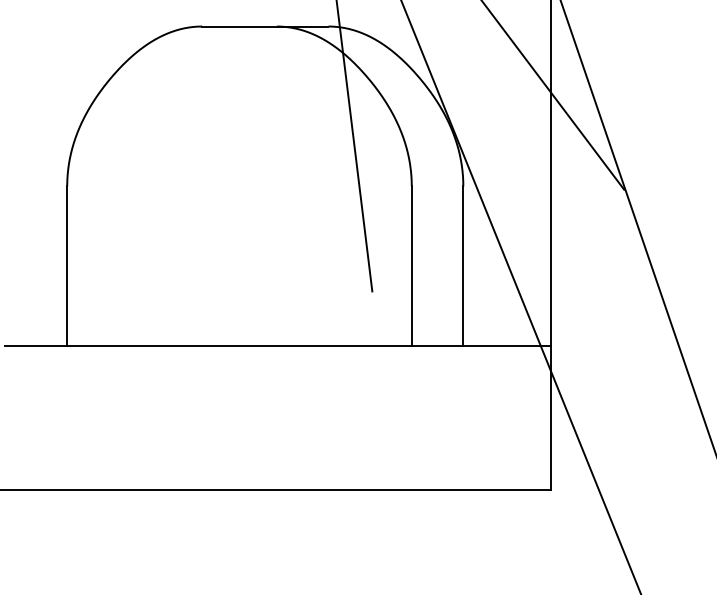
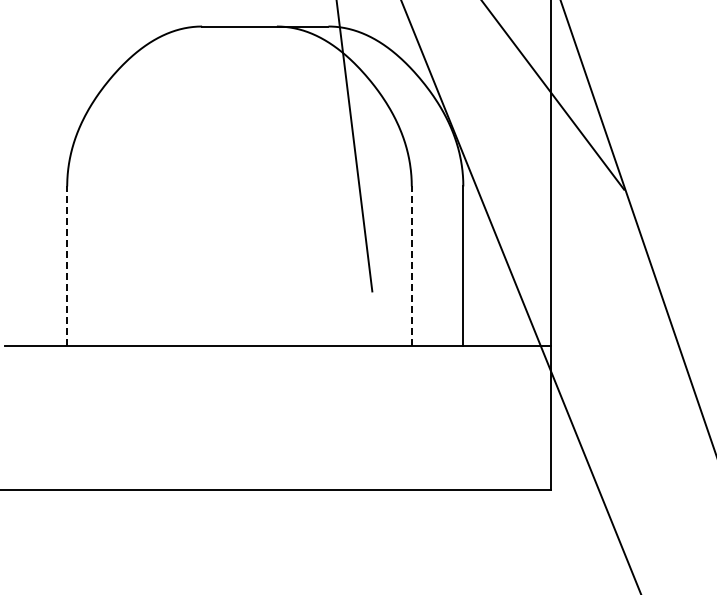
line at (67, 266): solid -> dashed
line at (411, 266): solid -> dashed
